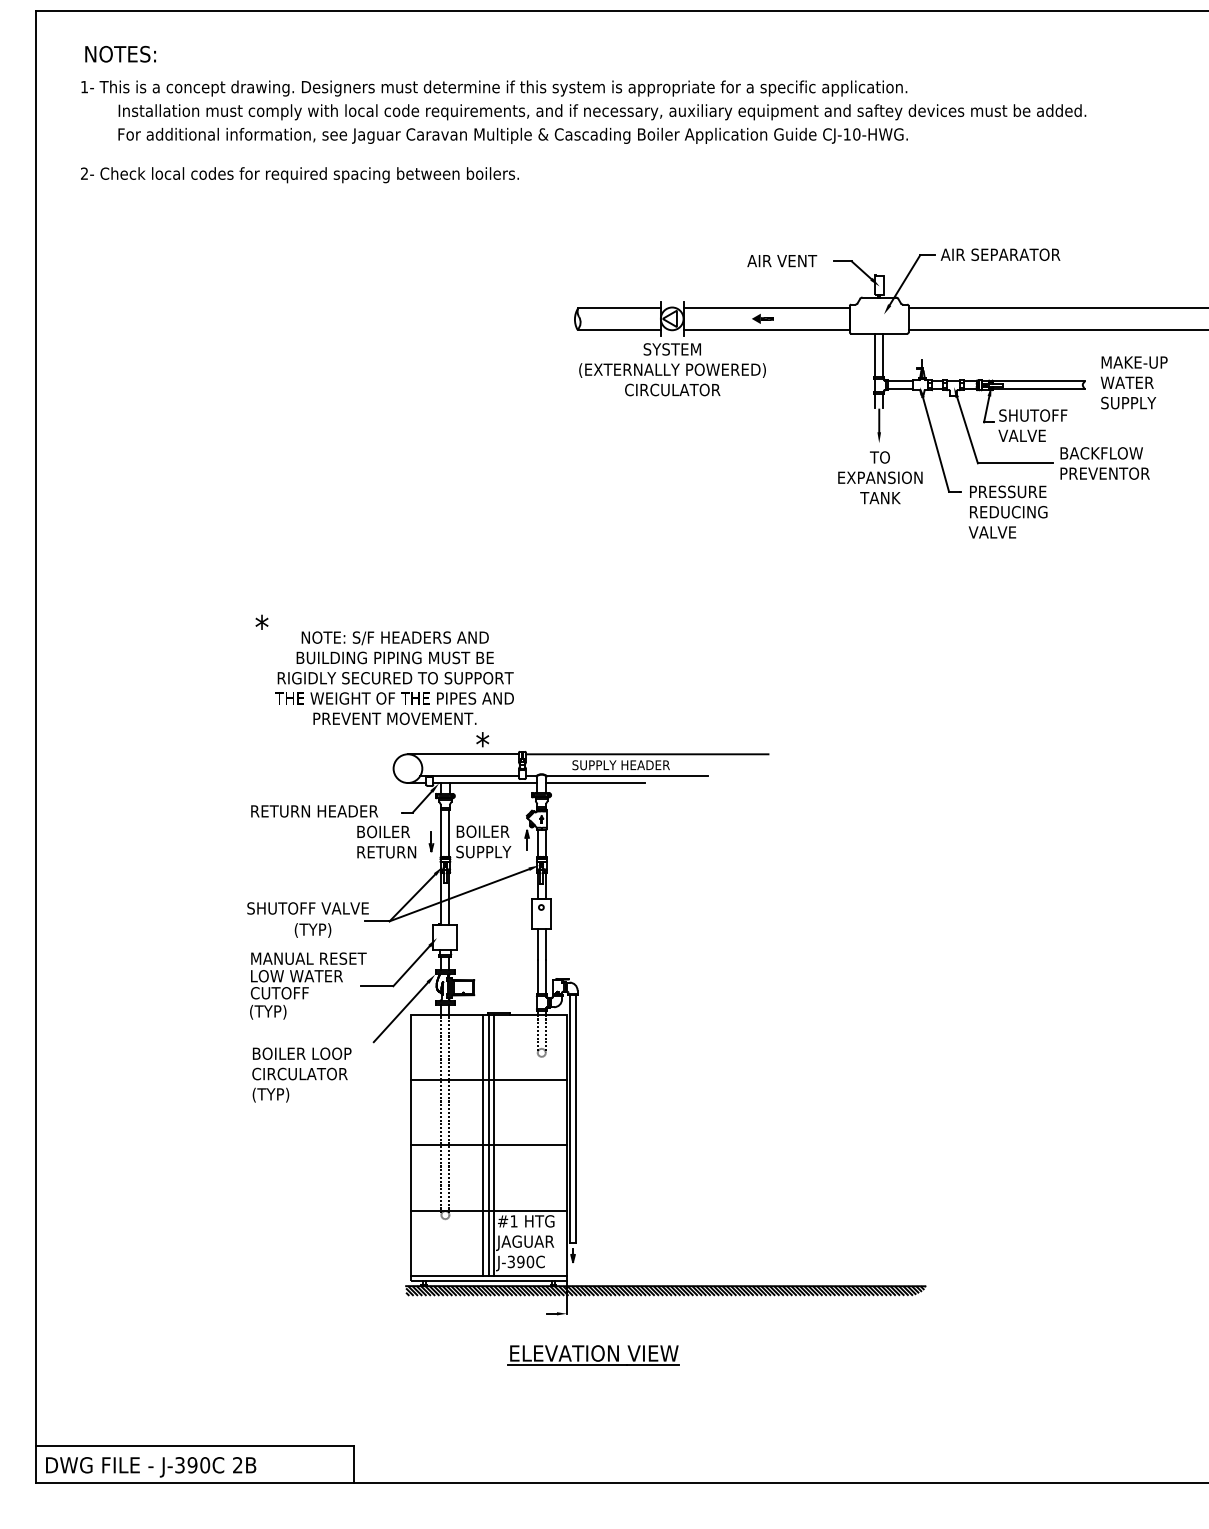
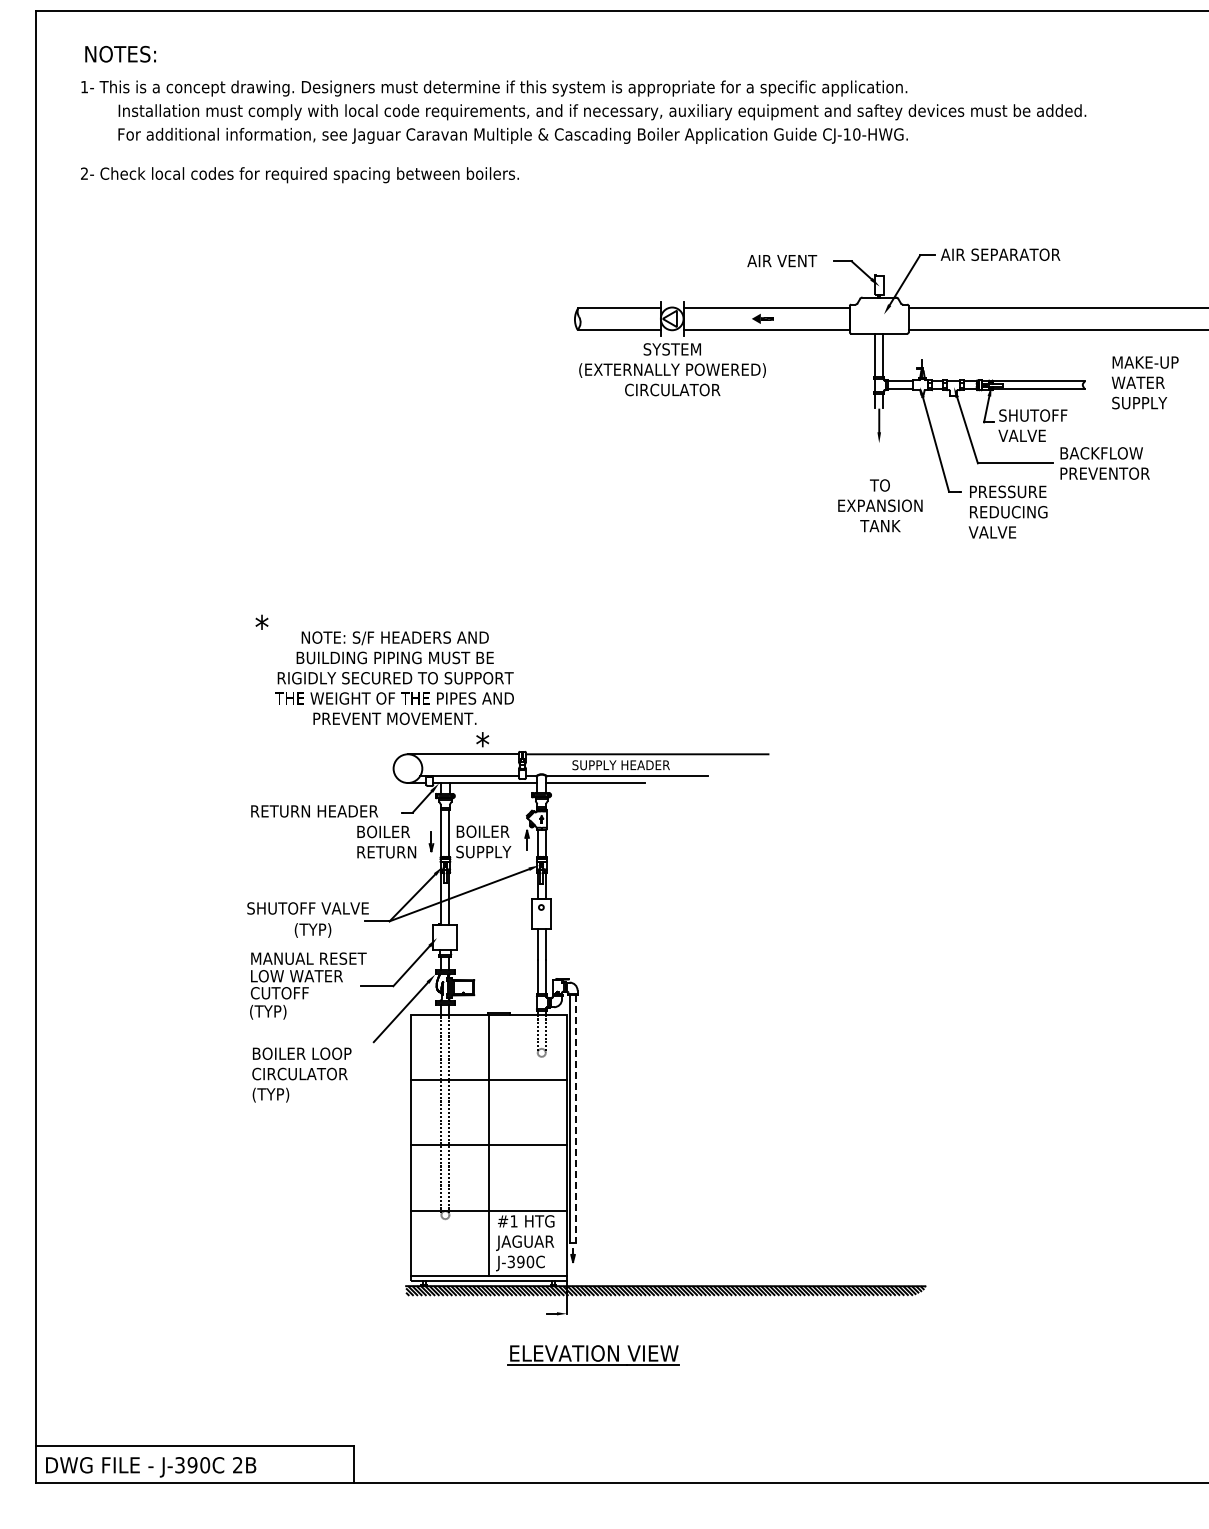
text at (1133, 382) position: (1133, 382) -> (1144, 382)
text at (880, 477) position: (880, 477) -> (880, 505)
line at (575, 1118): solid -> dashed
line at (483, 1144): present -> none
line at (494, 1144): present -> none
